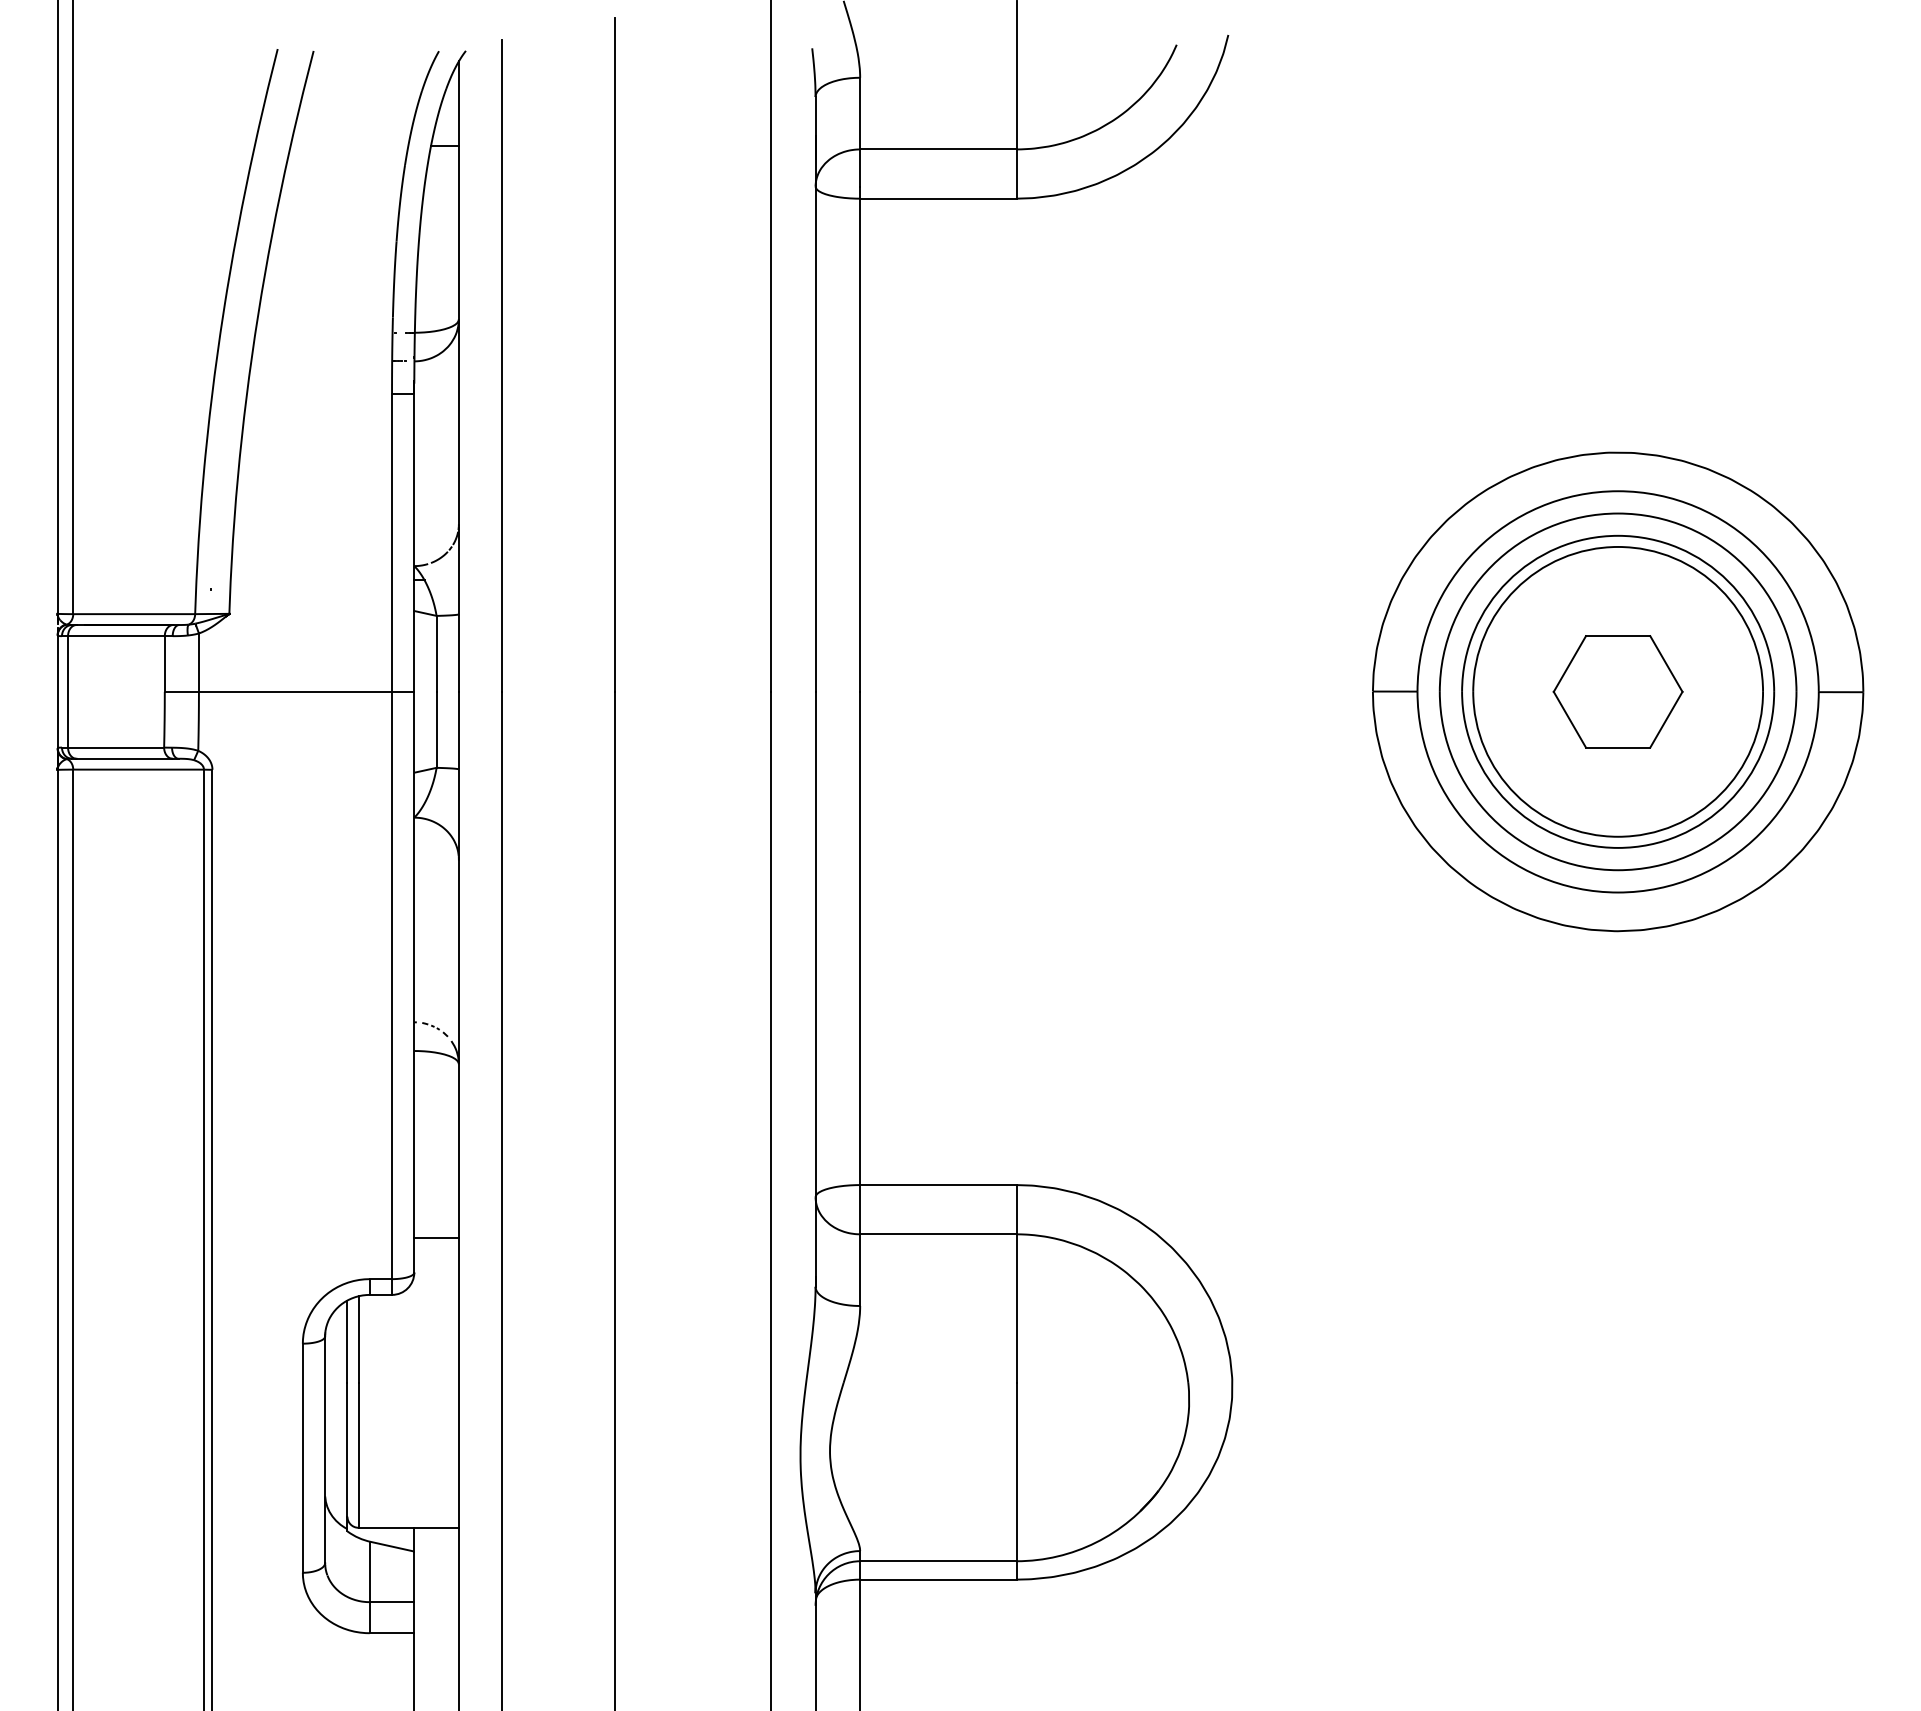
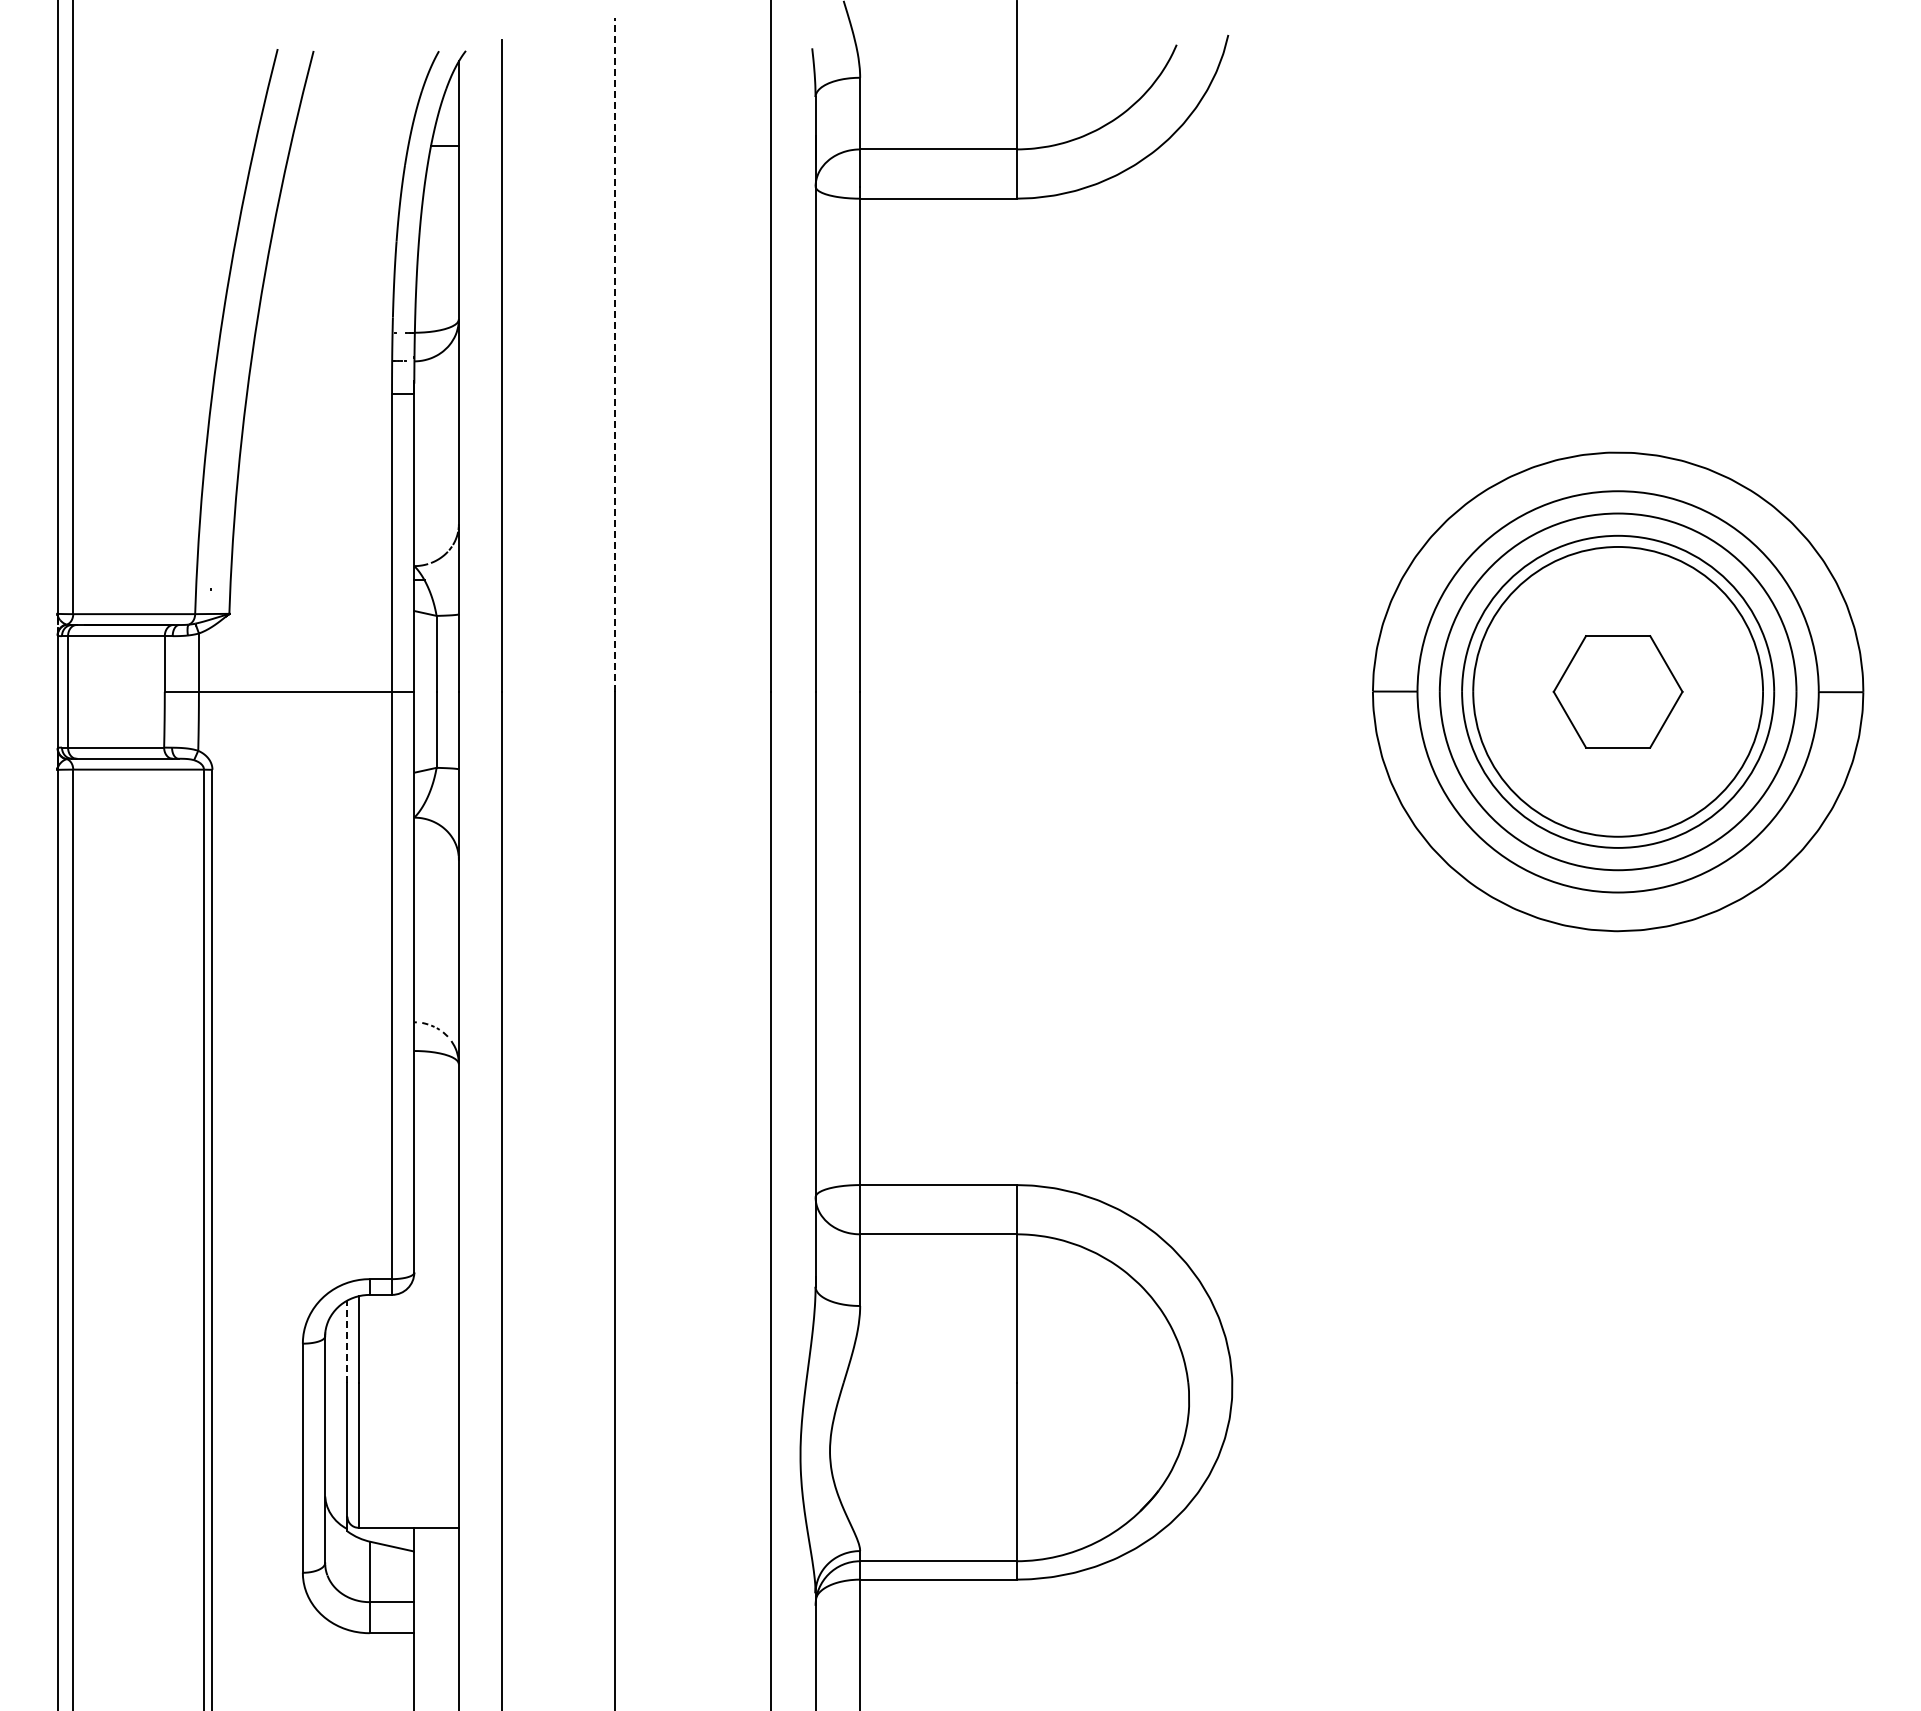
line at (614, 354): solid -> dashed
line at (436, 1238): present -> none
line at (347, 1341): solid -> dashed
